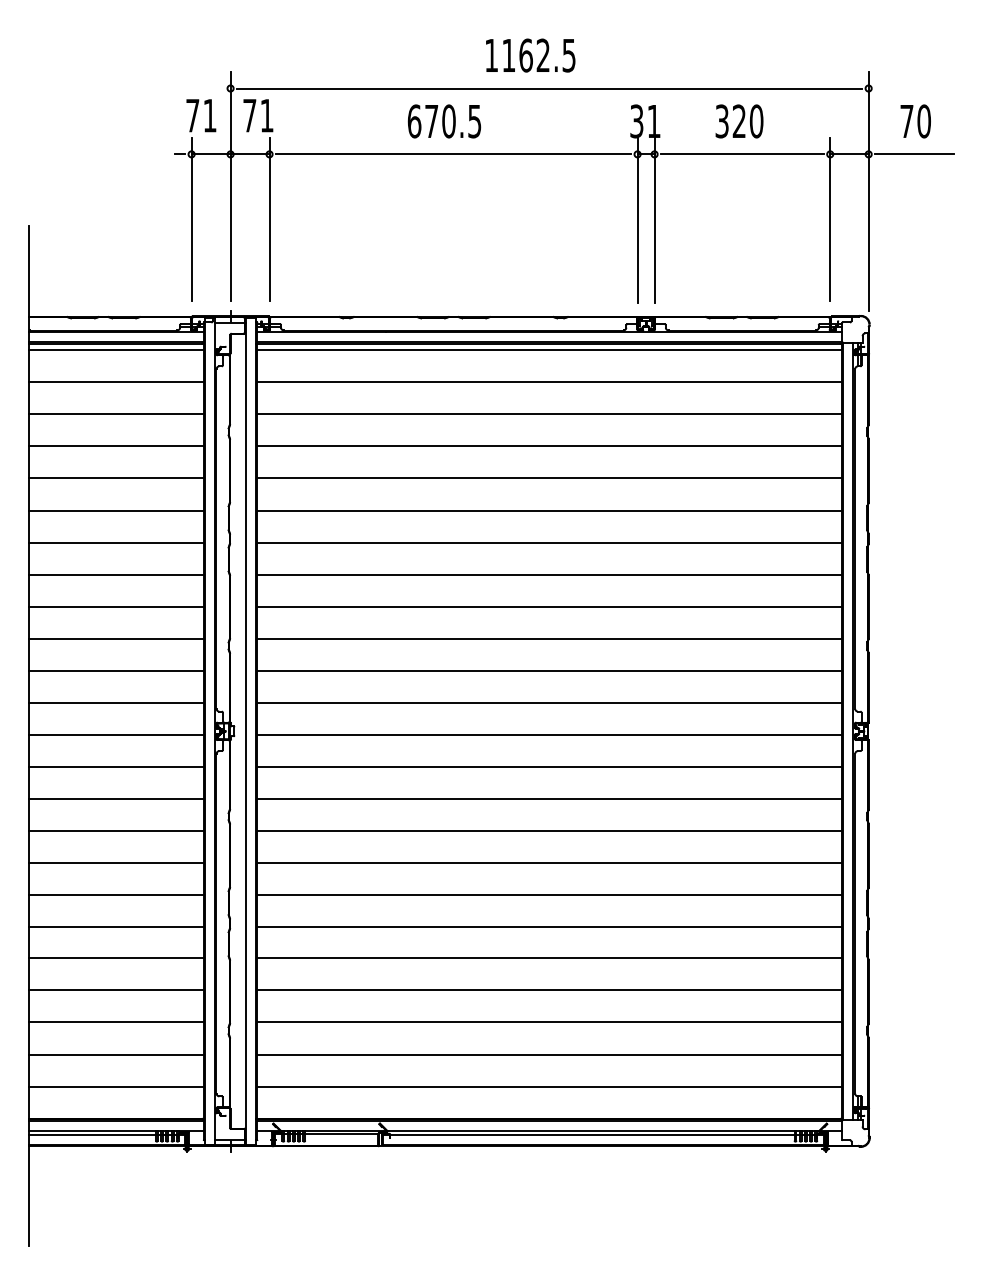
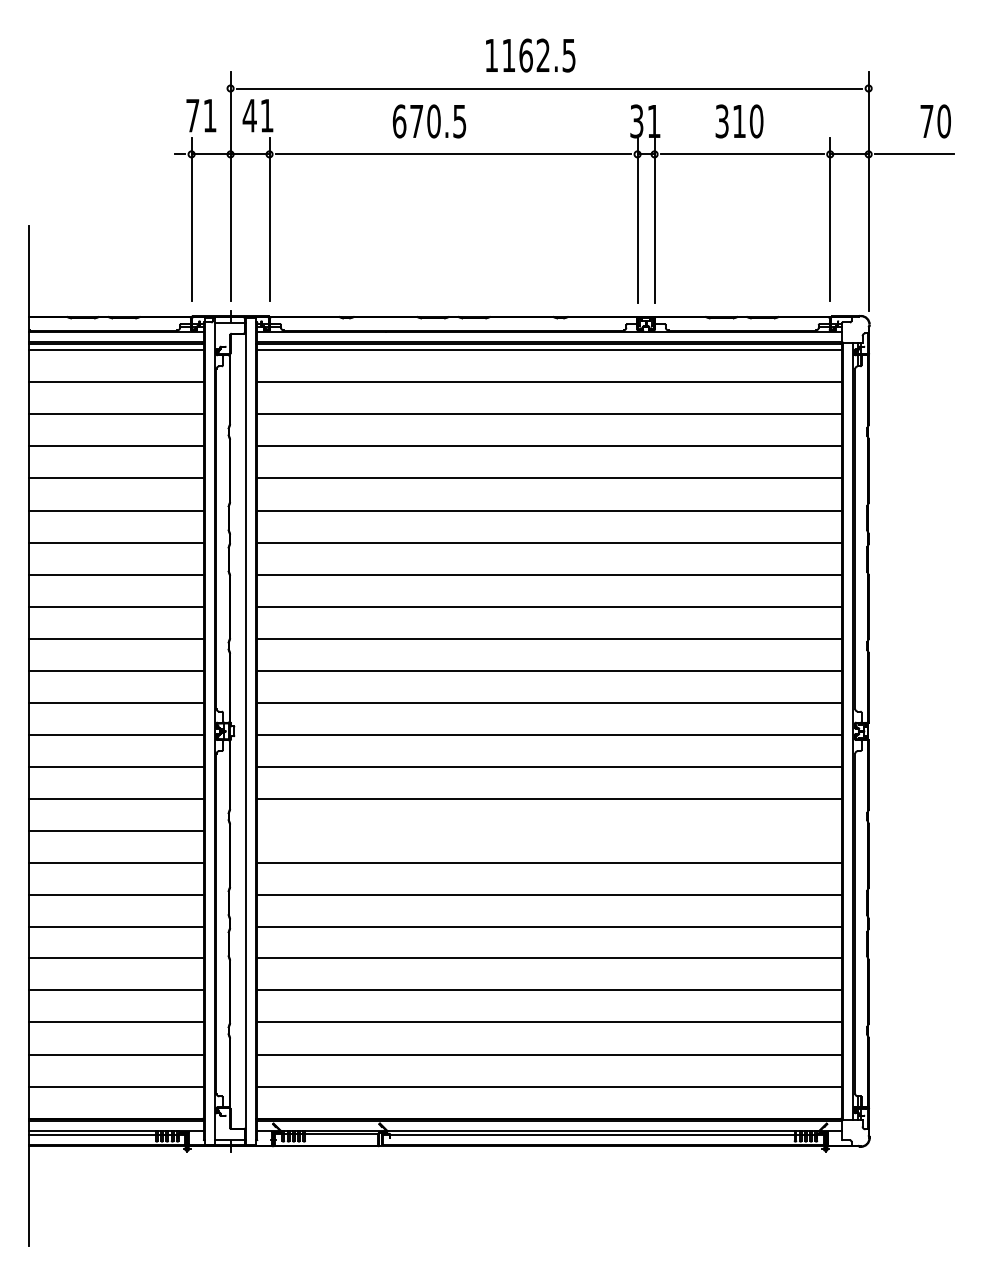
text at (249, 115): 71 -> 41
text at (738, 120): 320 -> 310
text at (444, 121) position: (444, 121) -> (429, 121)
text at (915, 121) position: (915, 121) -> (935, 121)
line at (549, 831): present -> none
